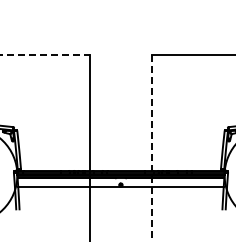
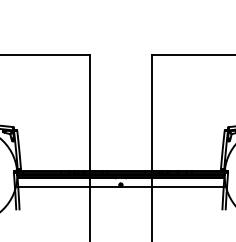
line at (45, 54): dashed -> solid
line at (152, 148): dashed -> solid
